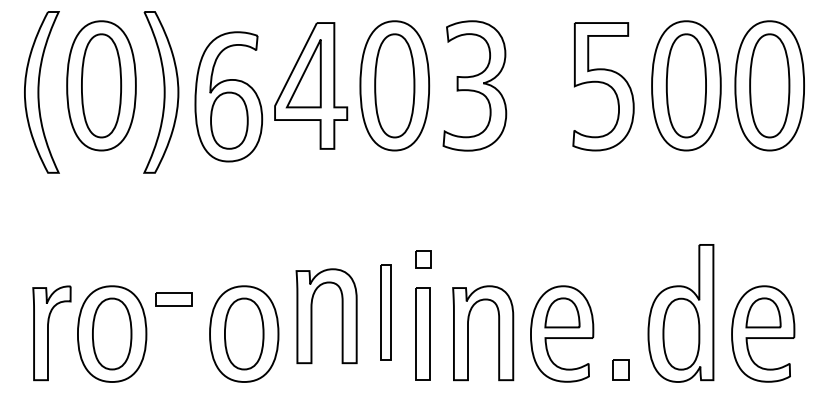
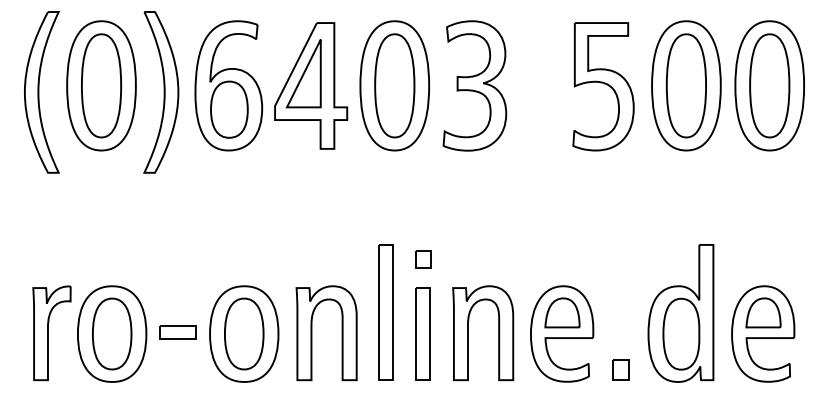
part at (228, 96) position: (228, 96) -> (228, 85)
part at (173, 299) position: (173, 299) -> (177, 332)
part at (385, 312) size: 12x97 px -> 16x137 px
part at (312, 316) position: (312, 316) -> (312, 333)
